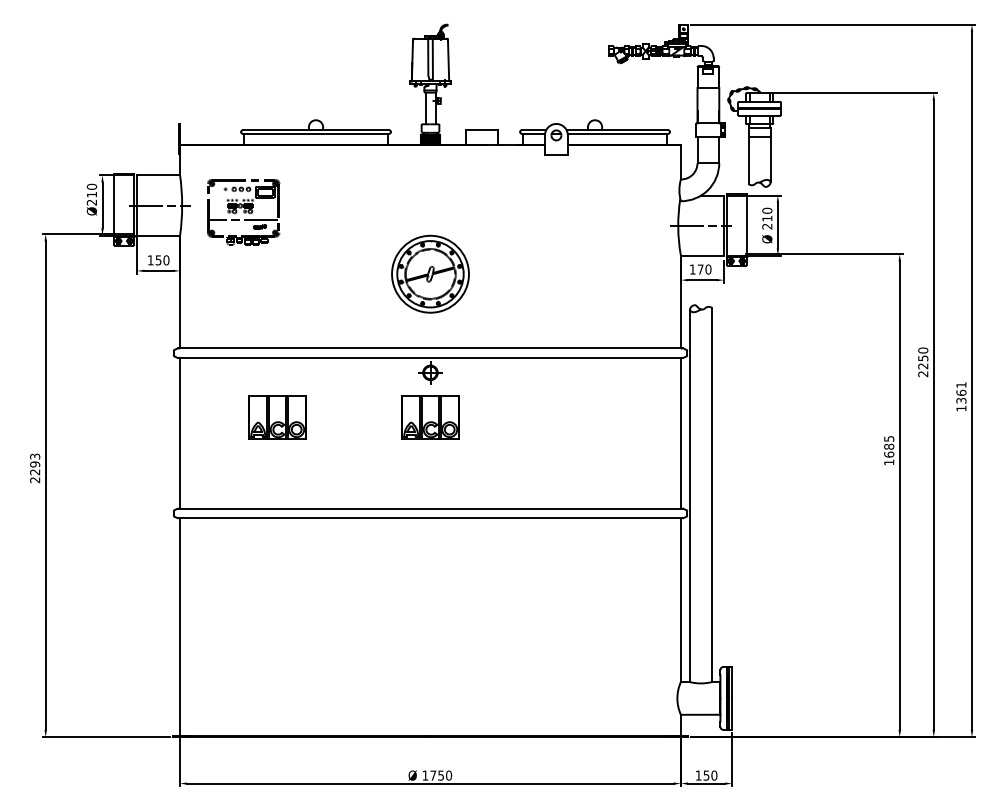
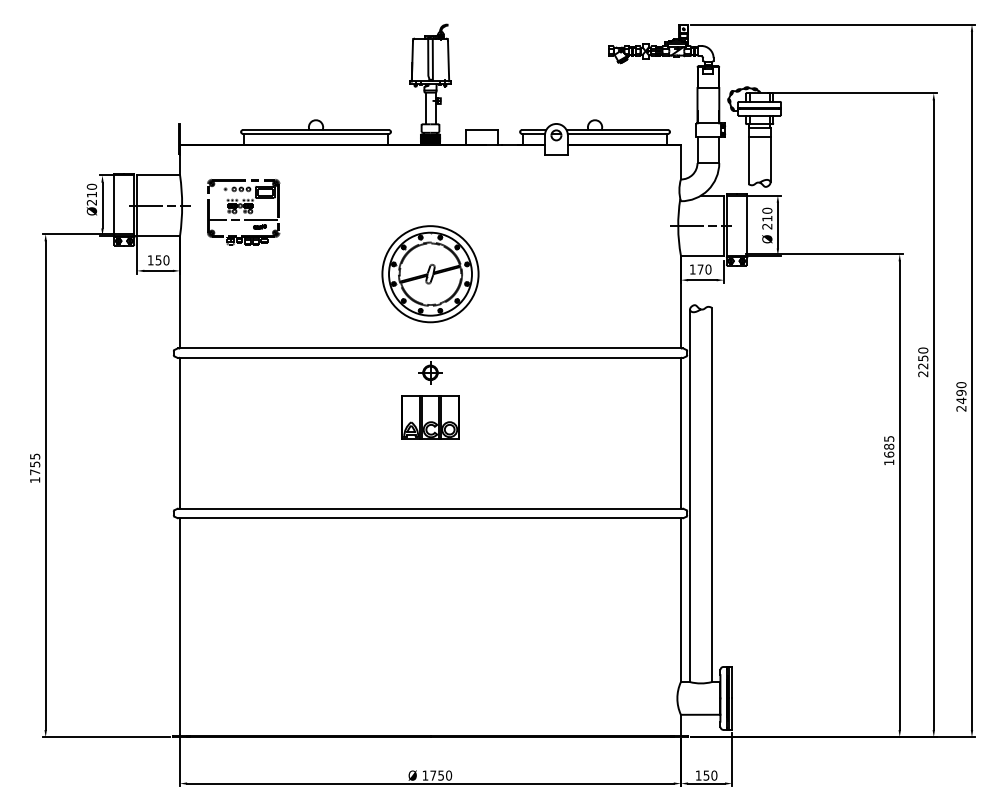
part at (430, 273) size: 79x80 px -> 99x99 px
text at (961, 396): 1361 -> 2490
part at (277, 417): present -> none
text at (35, 468): 2293 -> 1755
